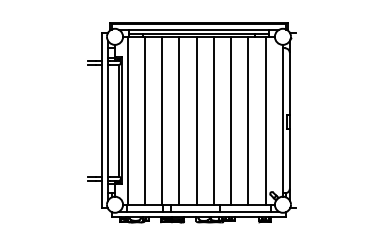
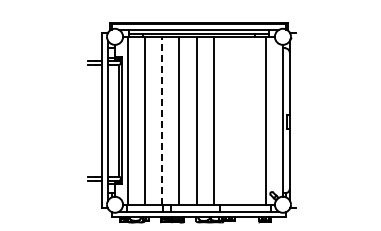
line at (162, 120): solid -> dashed
line at (231, 120): present -> none
line at (248, 120): present -> none
